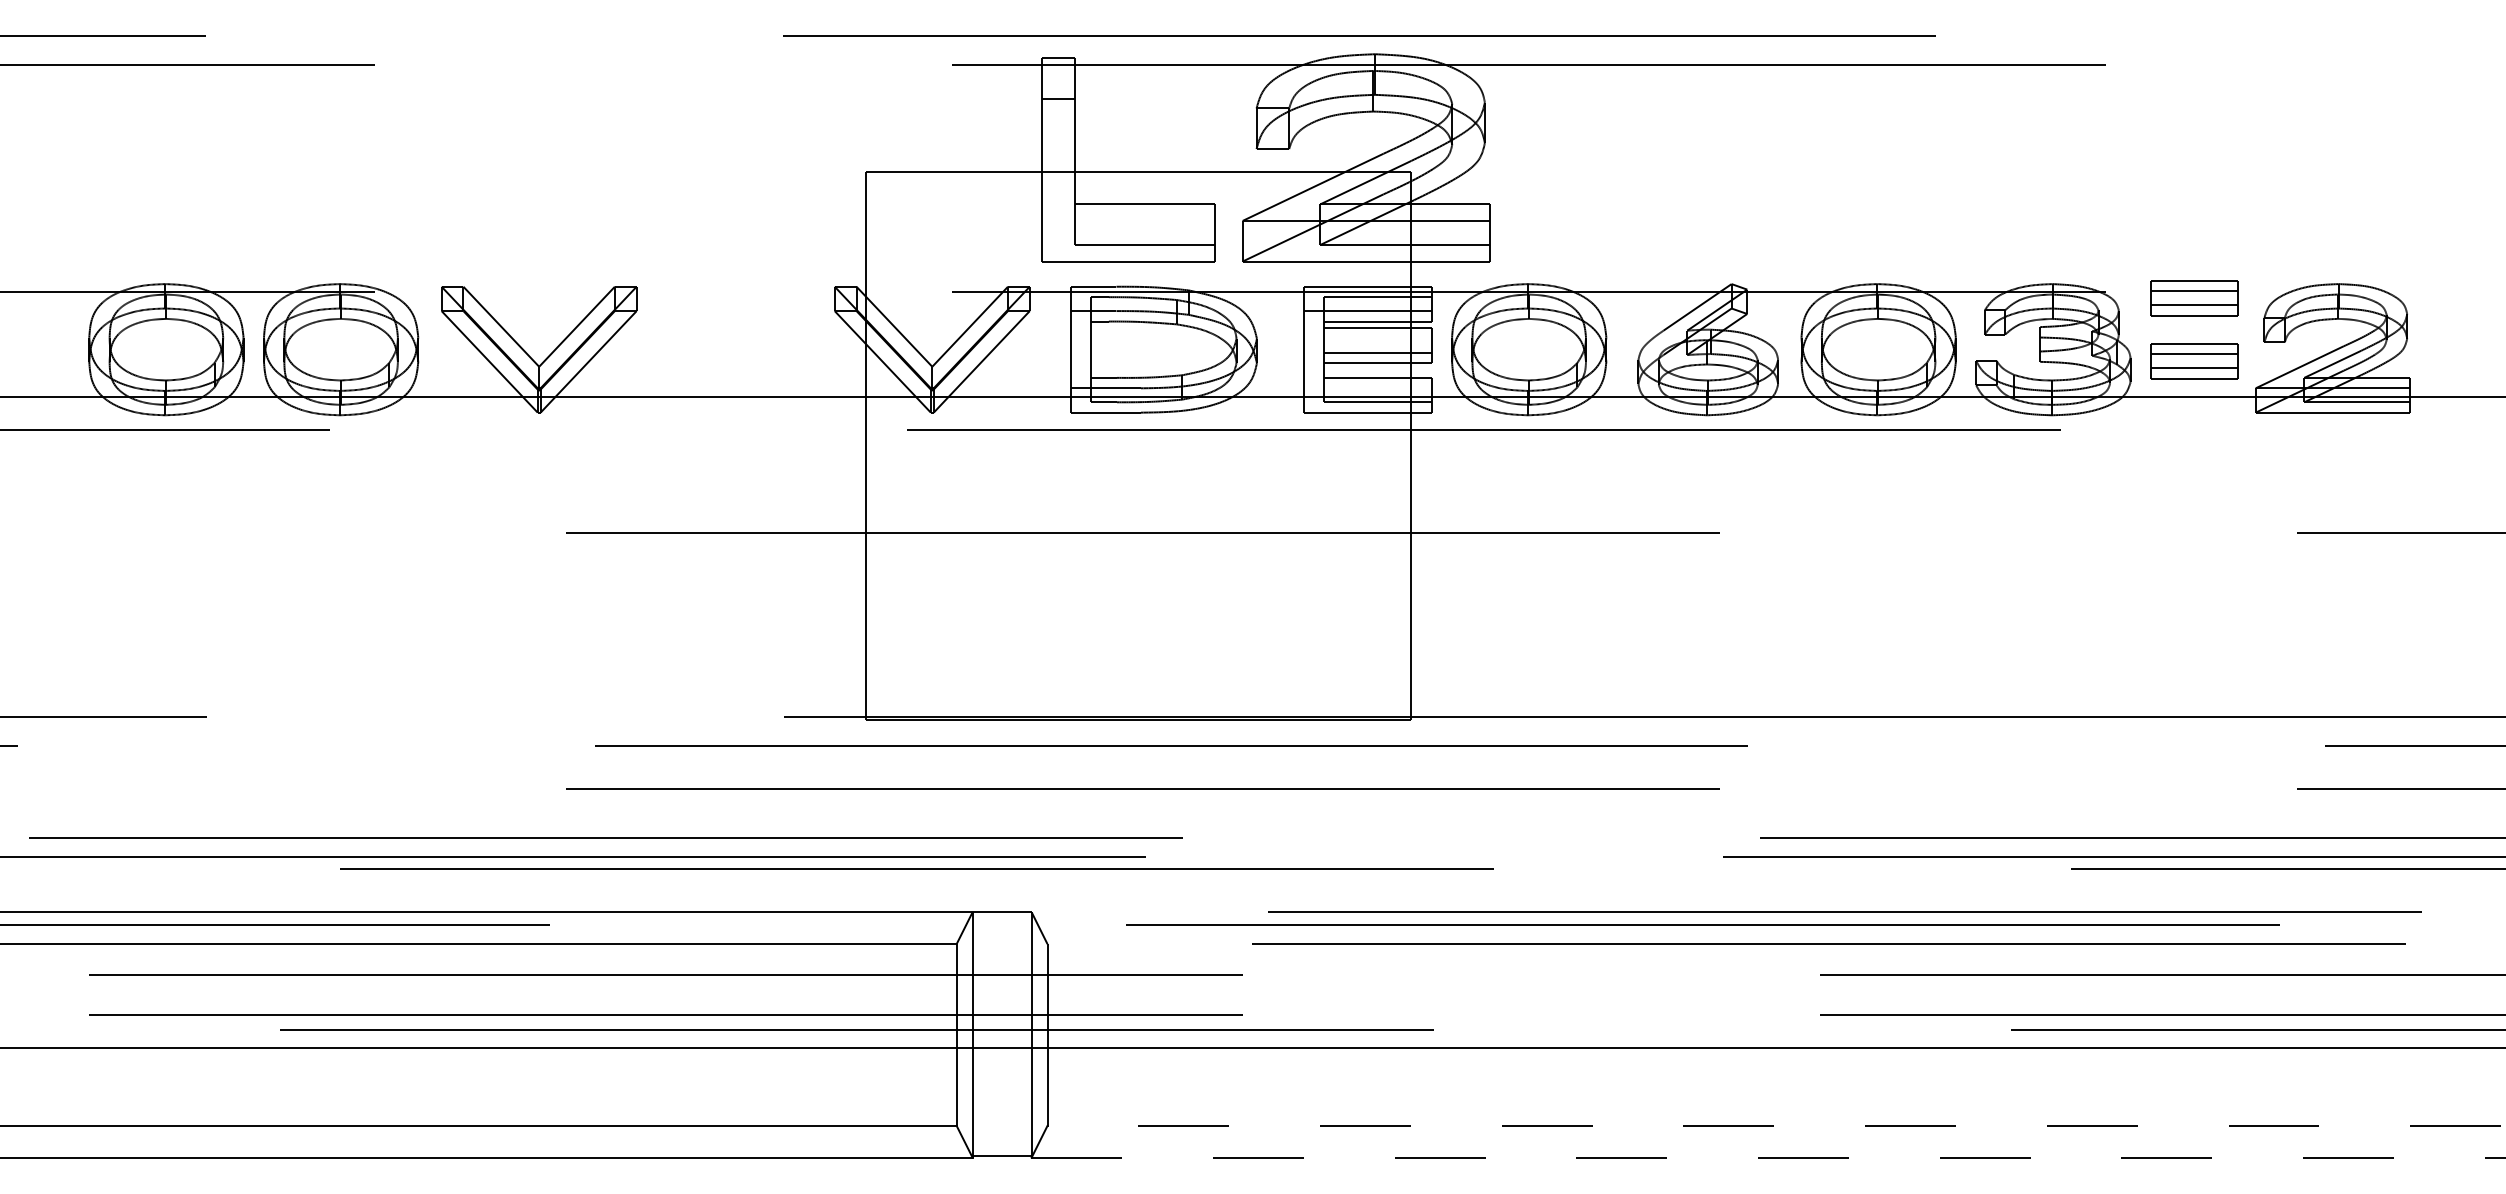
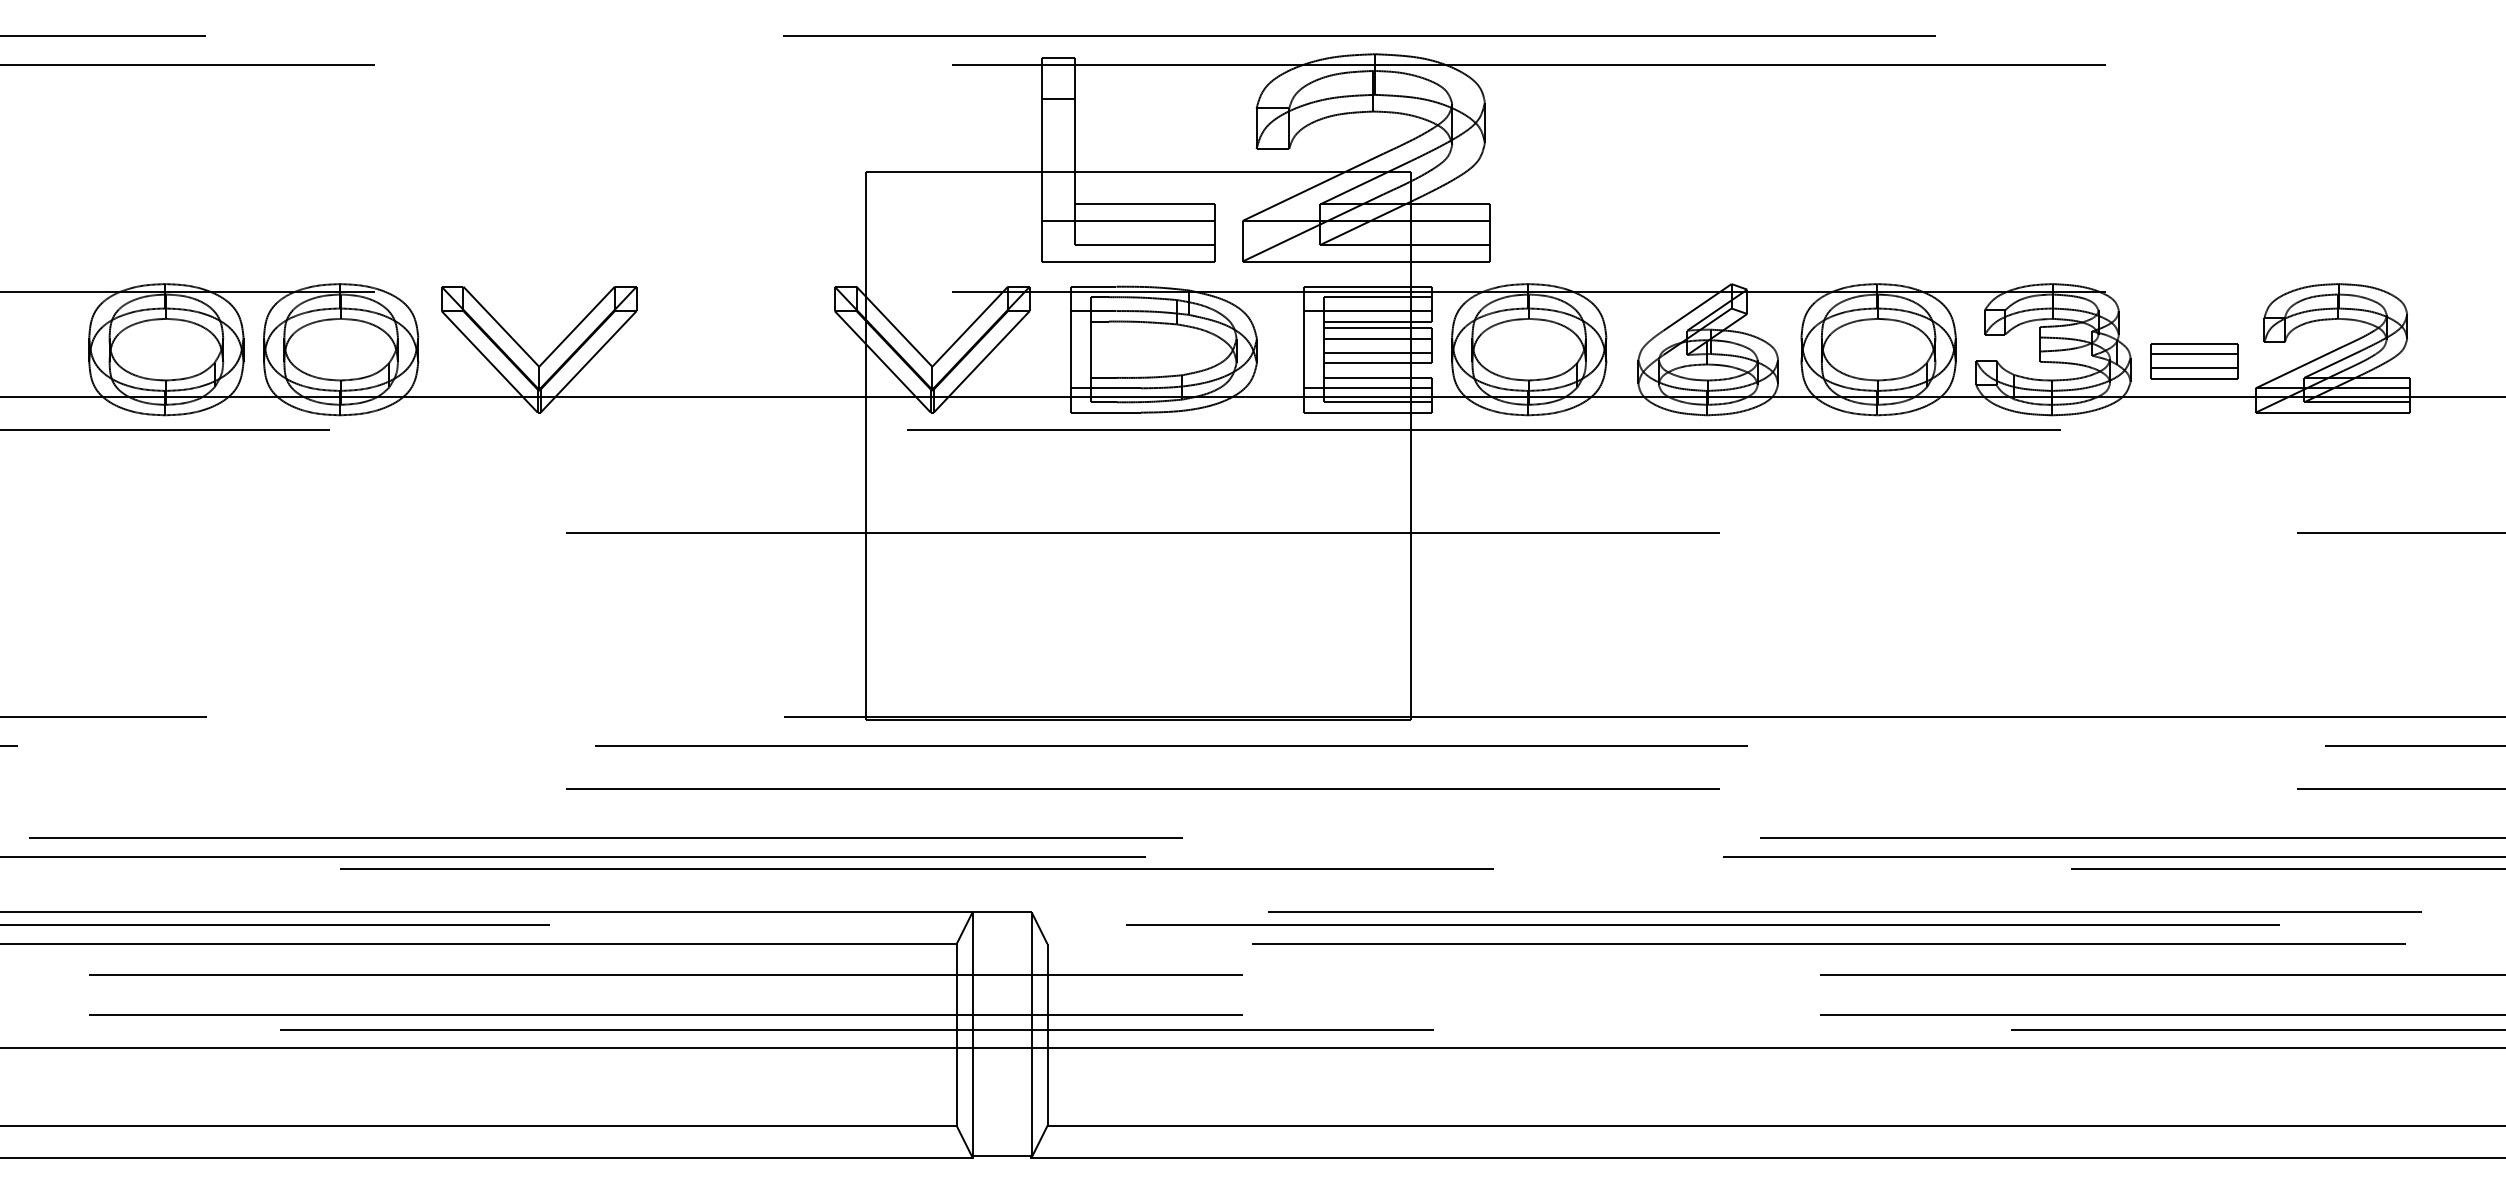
line at (1128, 220): none -> present
part at (2194, 298): present -> none
line at (1377, 338): none -> present
line at (1367, 388): none -> present
line at (1776, 1125): dashed -> solid
line at (1768, 1158): dashed -> solid
